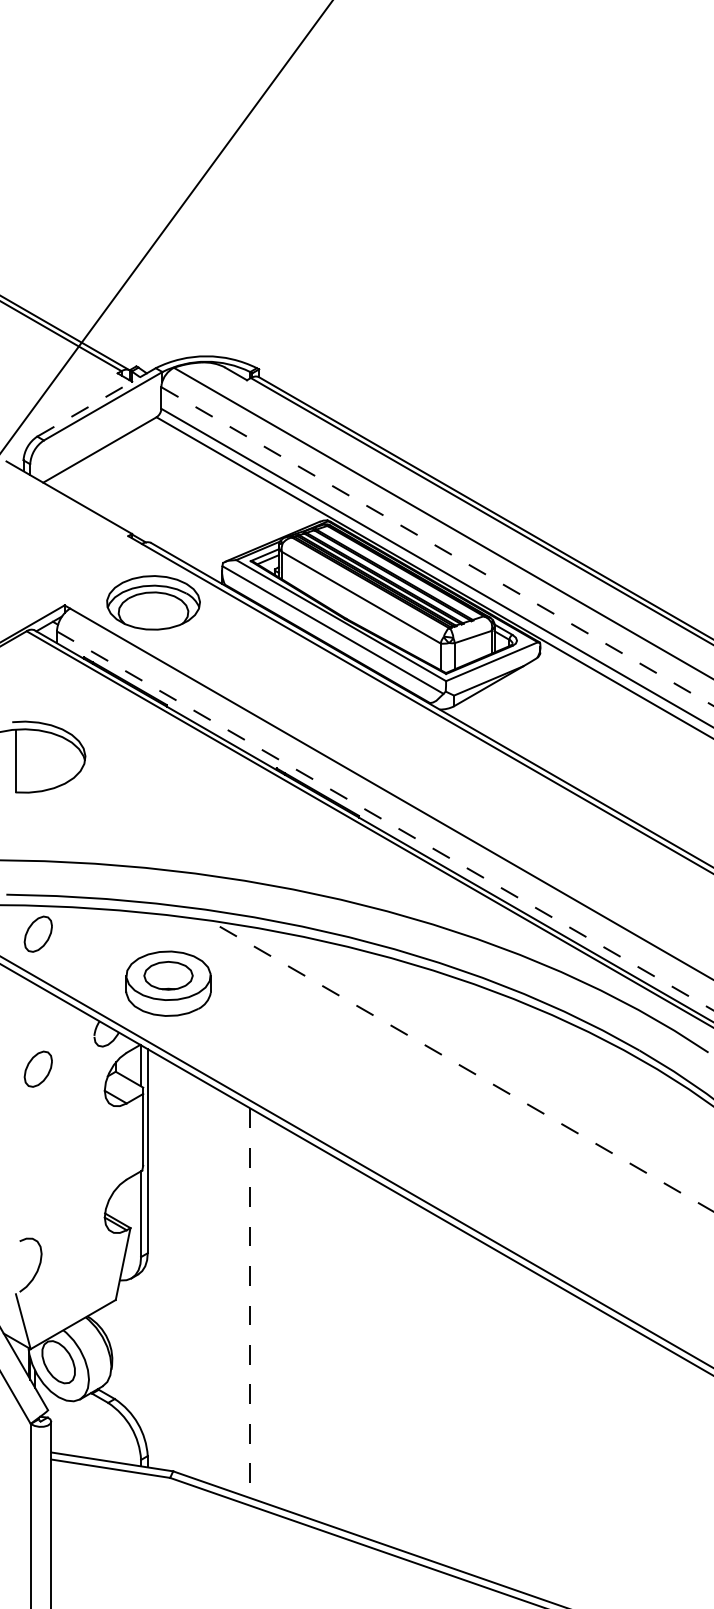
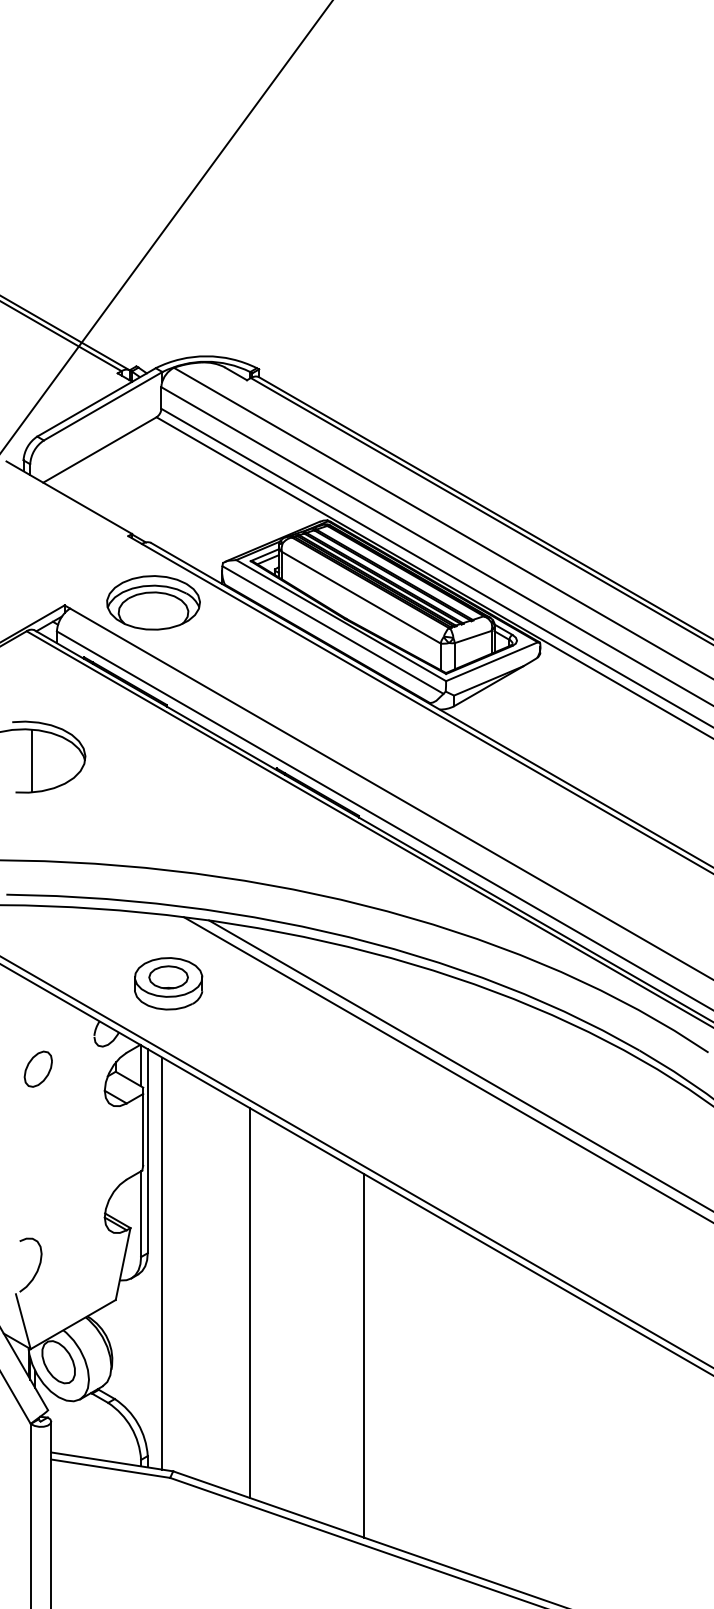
line at (96, 402): dashed -> solid
line at (437, 546): dashed -> solid
line at (15, 760) position: (15, 760) -> (31, 760)
line at (385, 820): dashed -> solid
part at (37, 933): present -> none
part at (168, 983) size: 87x67 px -> 70x54 px
line at (460, 1065): dashed -> solid
line at (446, 1069): none -> present
line at (162, 1263): none -> present
line at (250, 1303): dashed -> solid
line at (364, 1355): none -> present
